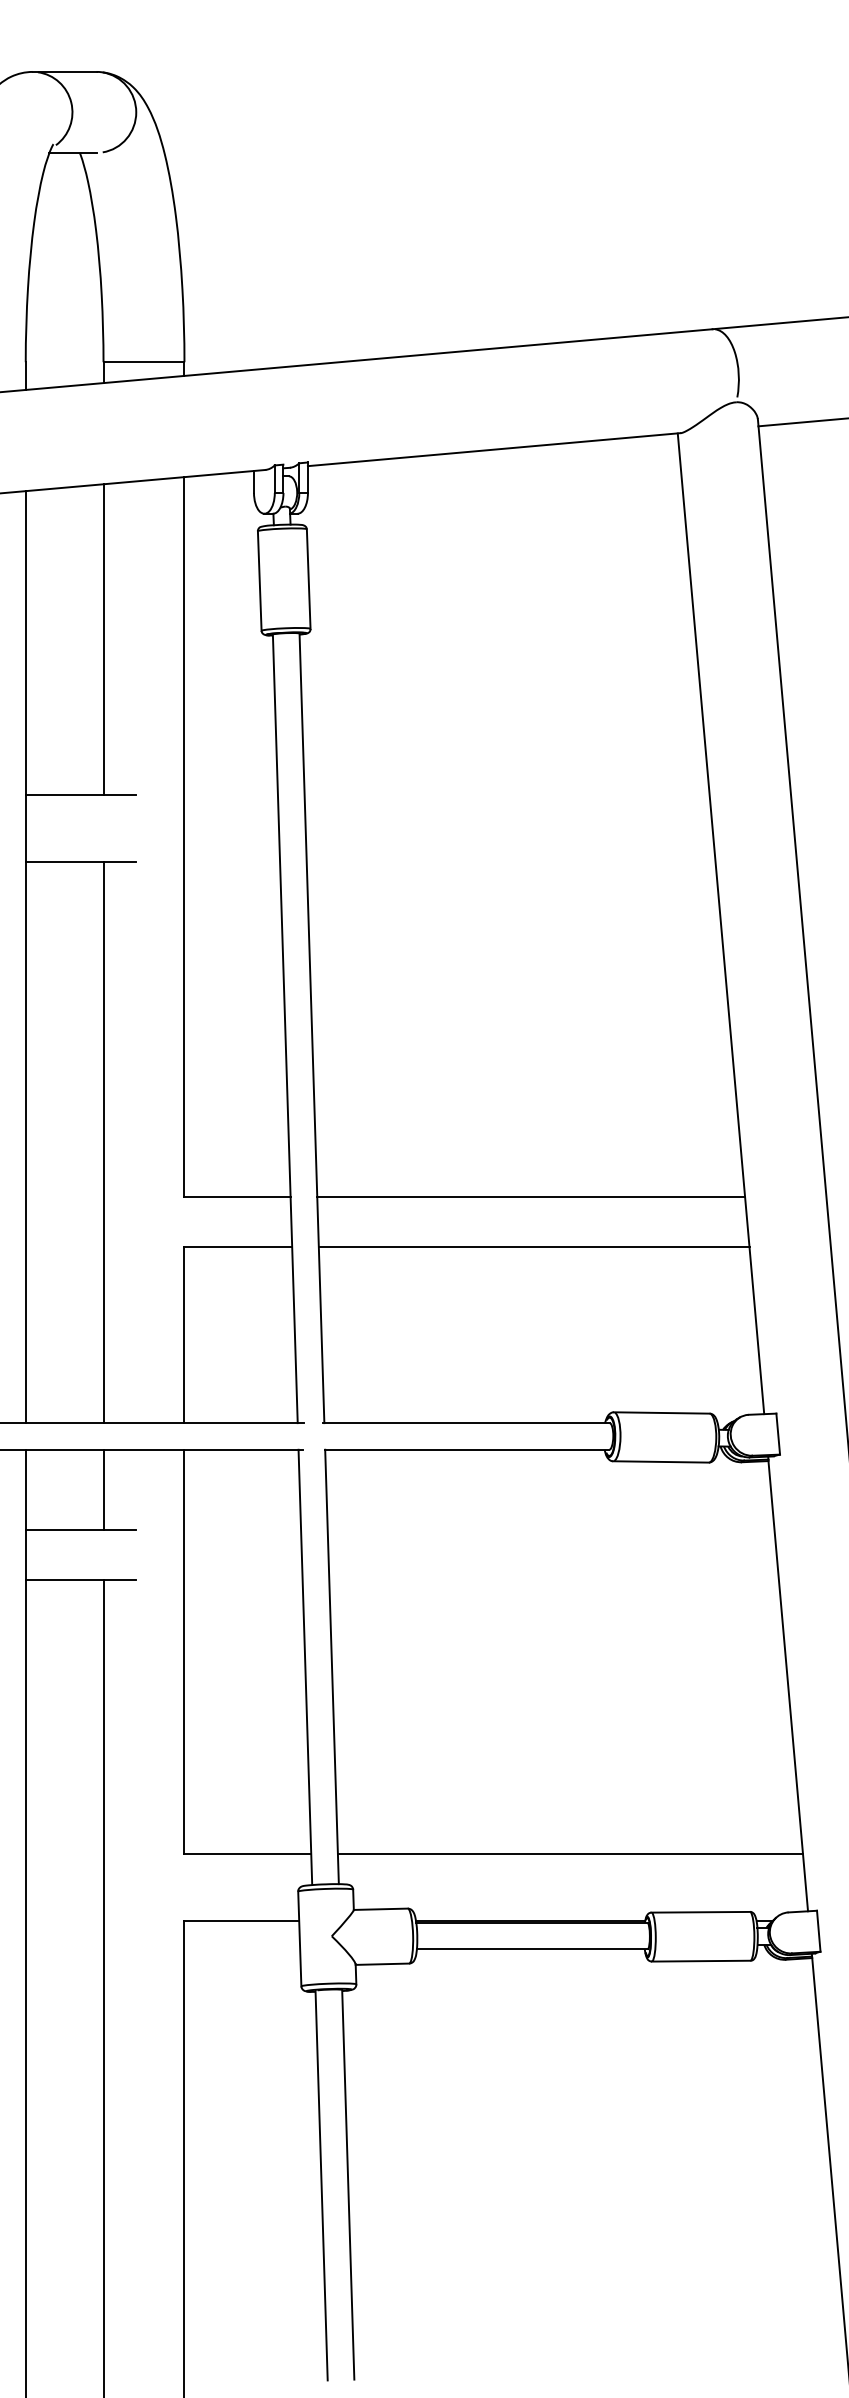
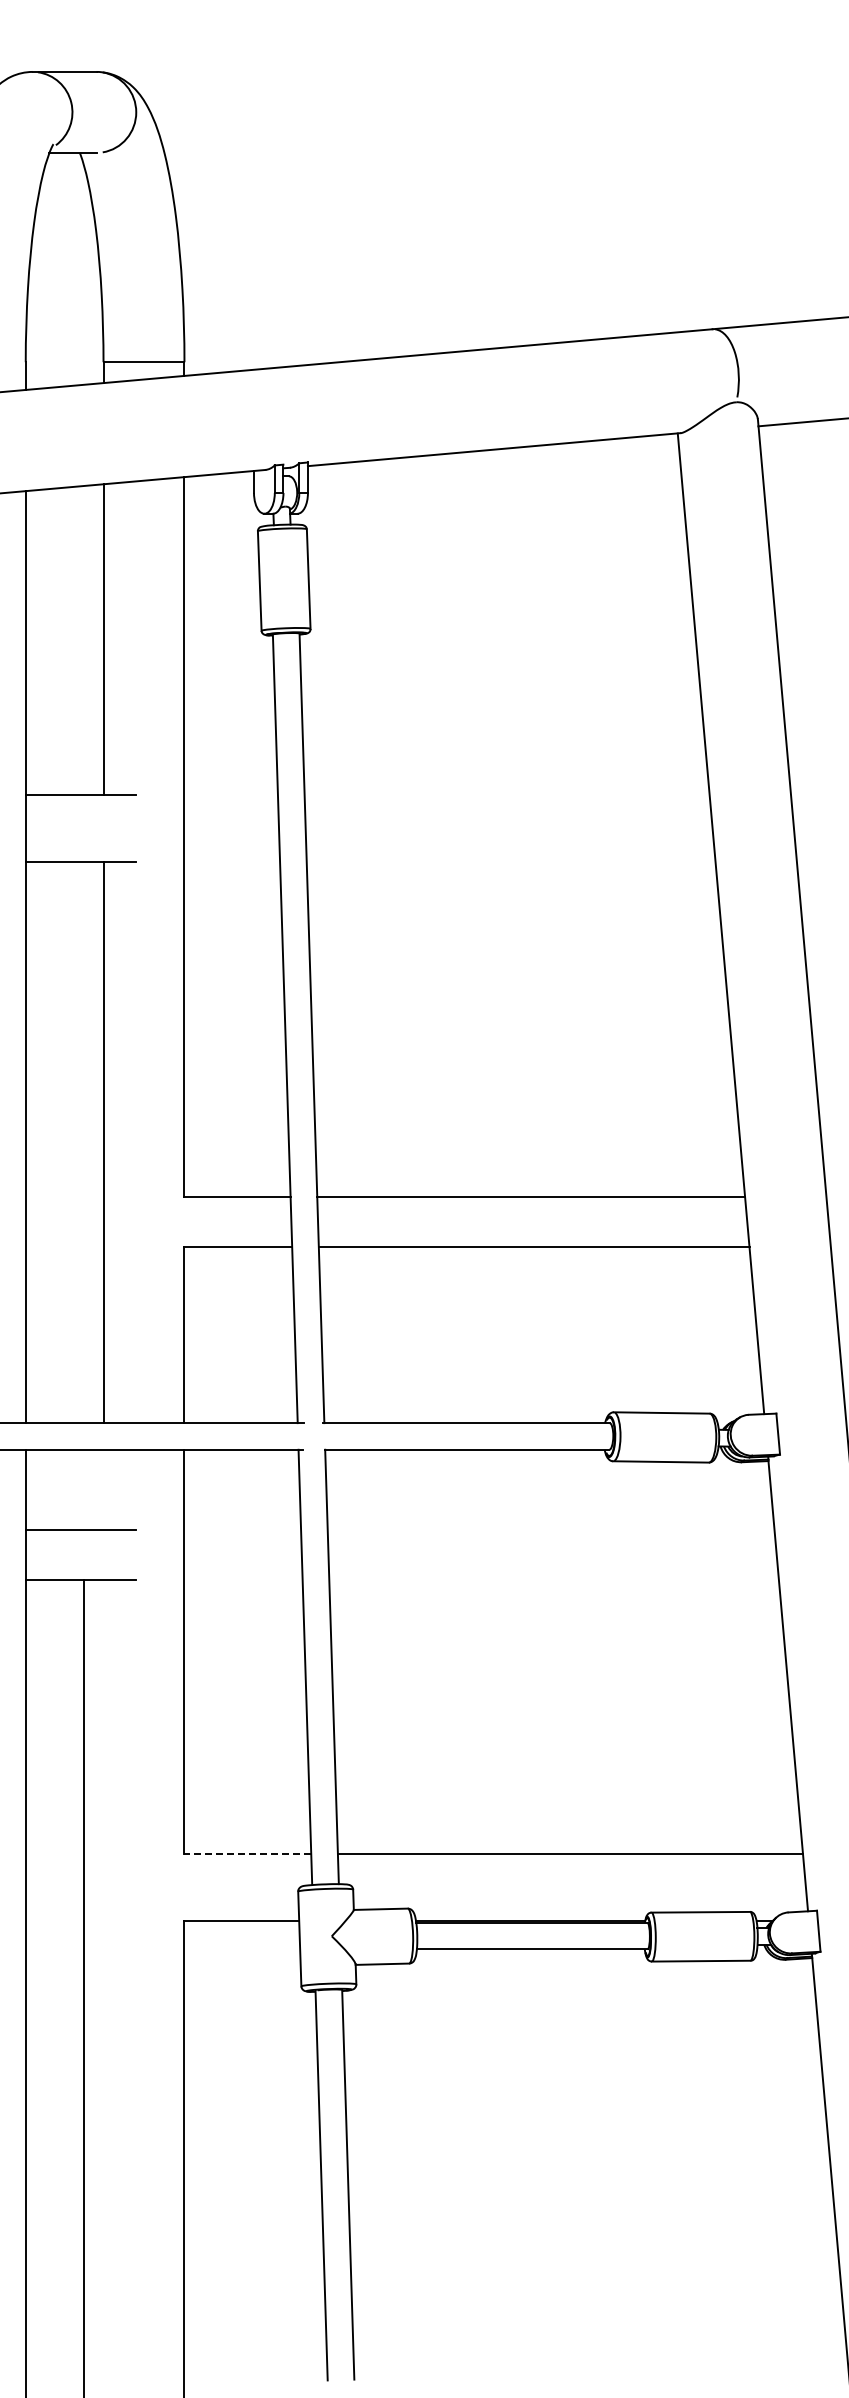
line at (103, 1489): present -> none
line at (247, 1854): solid -> dashed
line at (103, 1986) position: (103, 1986) -> (83, 1986)
